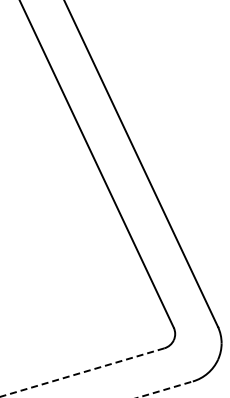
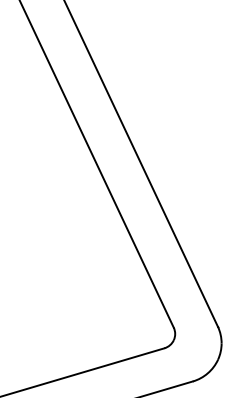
line at (82, 372): dashed -> solid
line at (165, 389): dashed -> solid
